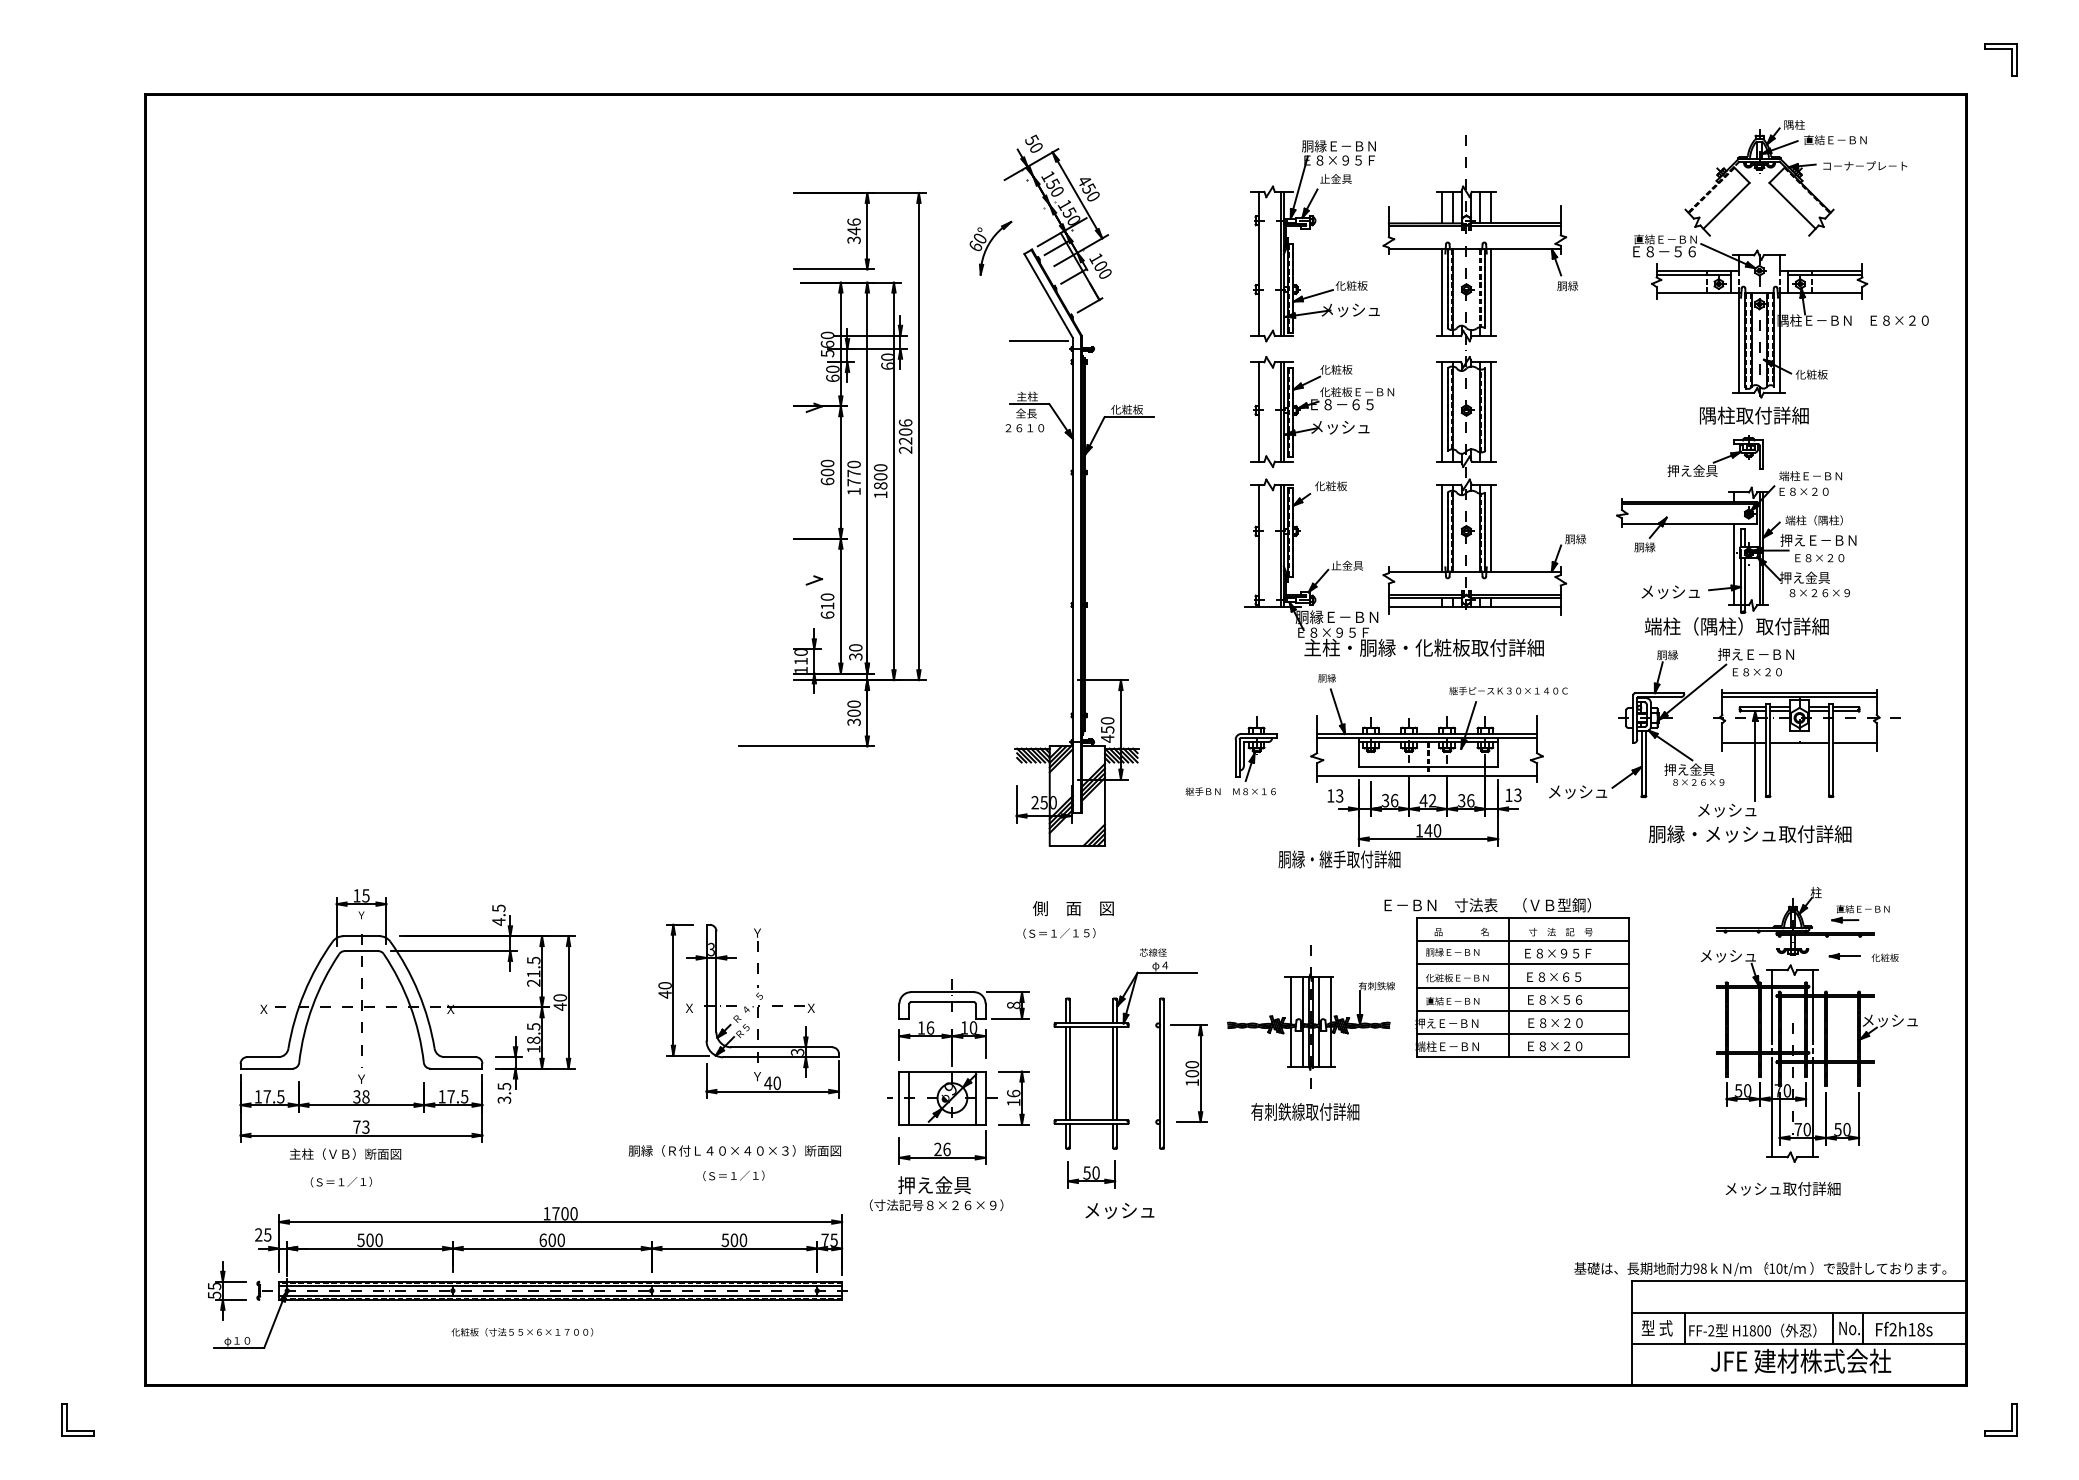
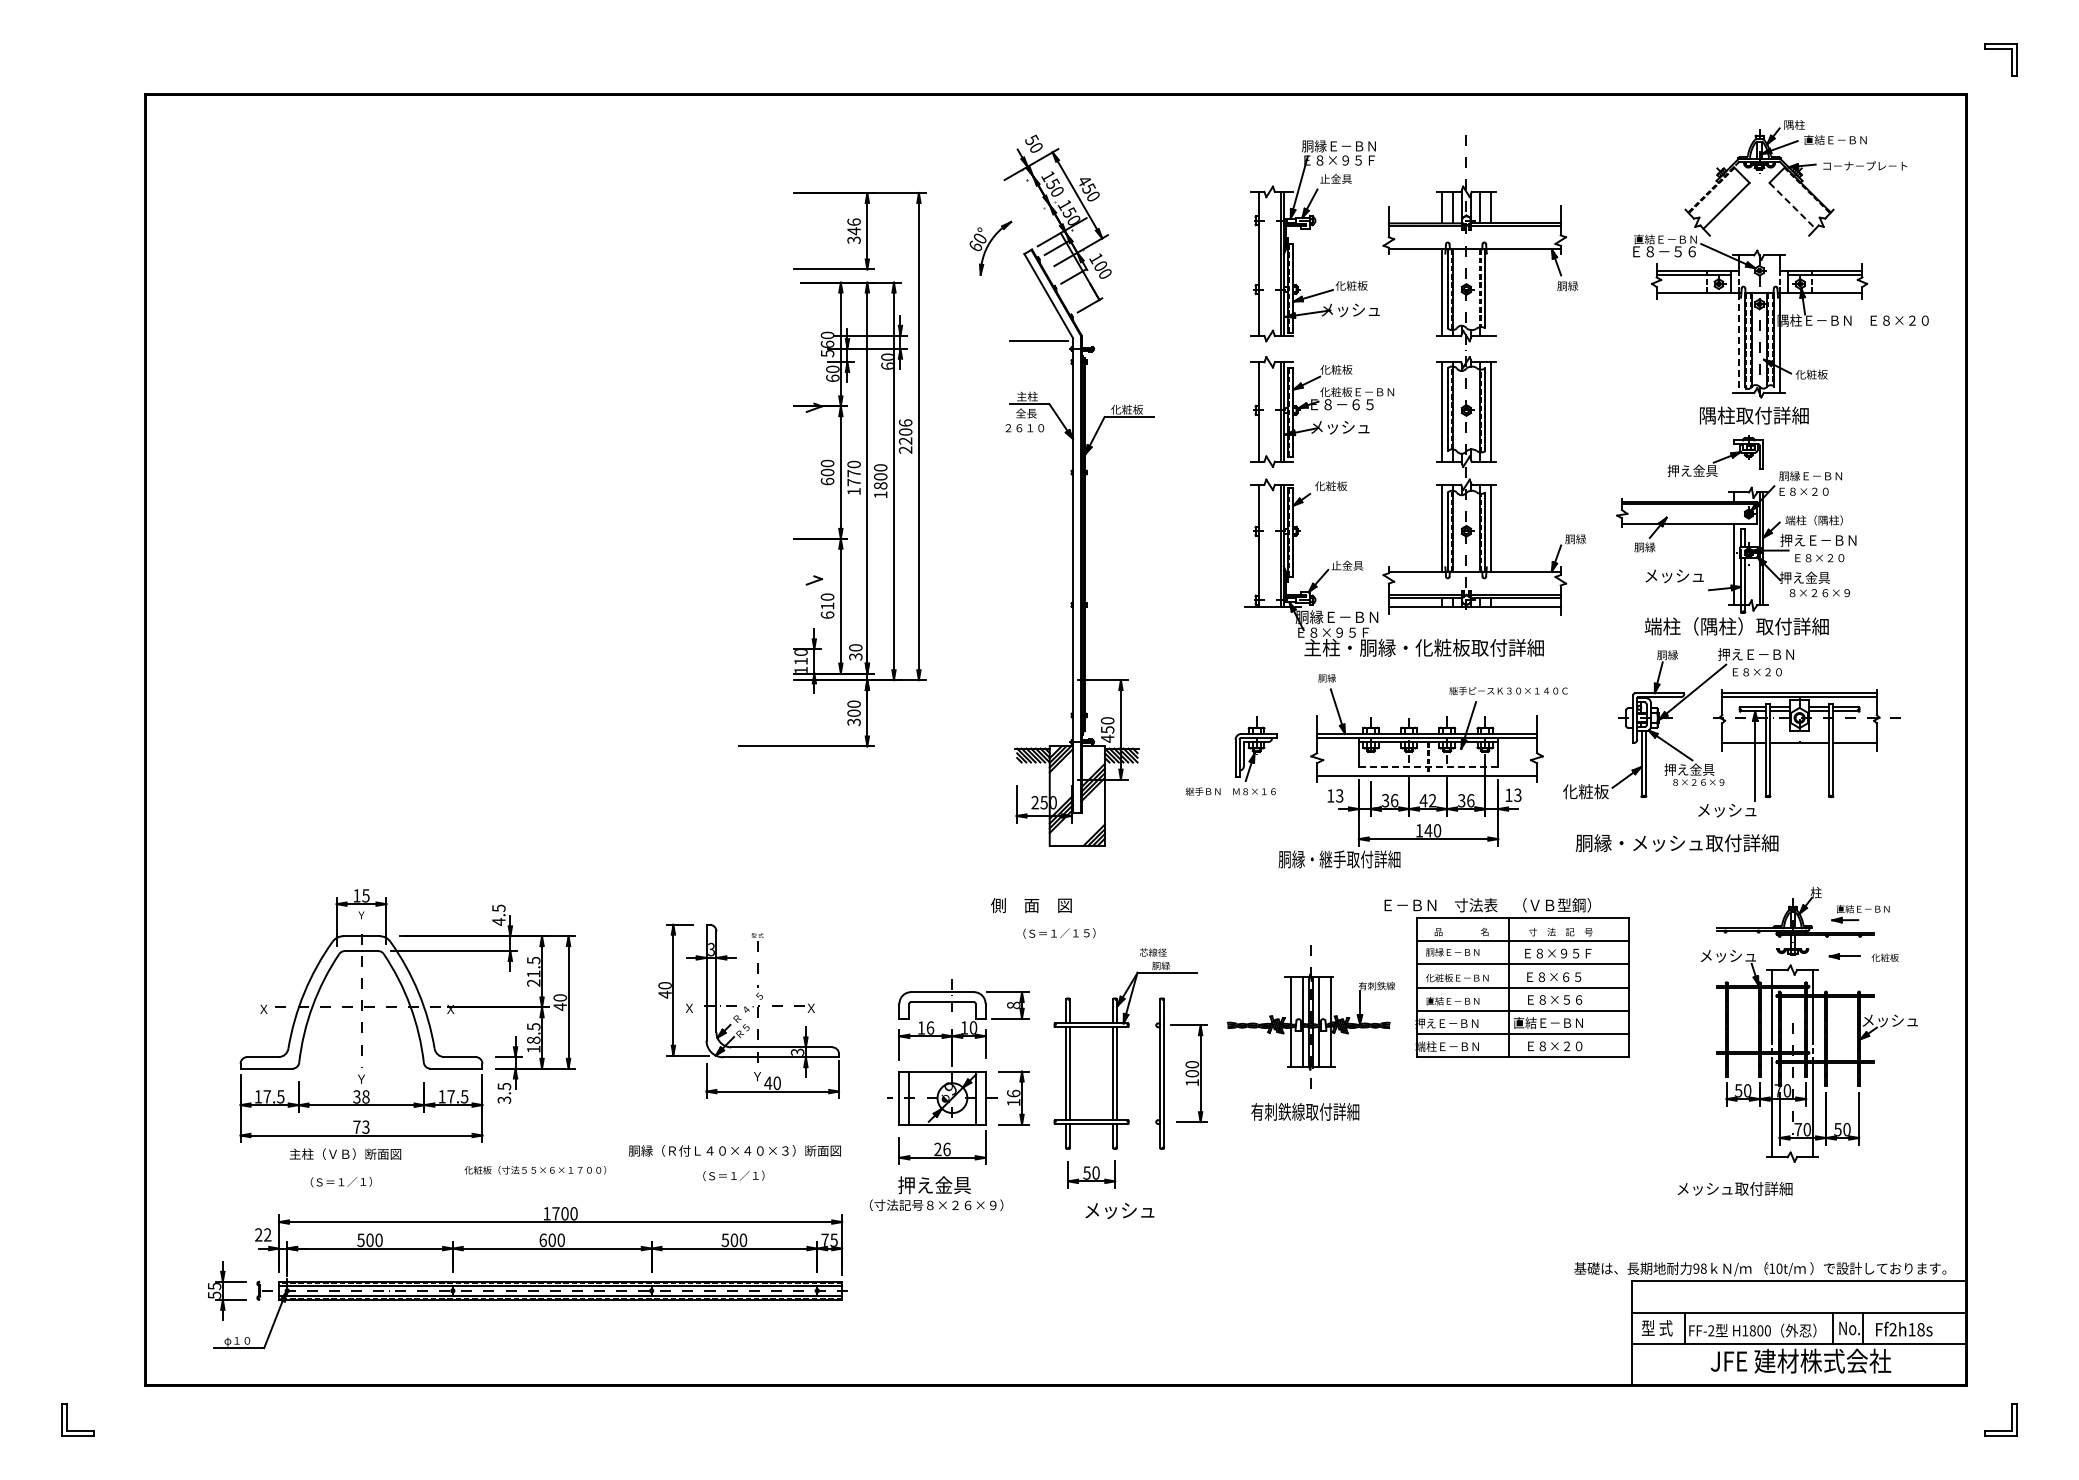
line at (1792, 205): solid -> dashed
line at (1491, 292): present -> none
line at (1739, 343): solid -> dashed
text at (1789, 476): 端柱Ｅ－ＢＮ -> 胴縁Ｅ－ＢＮ
text at (1670, 591) position: (1670, 591) -> (1674, 575)
line at (1428, 767): solid -> dashed
text at (1578, 791): メッシュ -> 化粧板
text at (1749, 834) position: (1749, 834) -> (1676, 843)
text at (1073, 908) position: (1073, 908) -> (1031, 905)
text at (757, 932): Ｙ -> 型 式
text at (1160, 966): φ４ -> 胴緑
text at (1547, 1022): Ｅ８×２０ -> 直結Ｅ－ＢＮ
text at (1782, 1188) position: (1782, 1188) -> (1734, 1188)
text at (267, 1234): 25 -> 22
text at (522, 1332) position: (522, 1332) -> (535, 1170)
